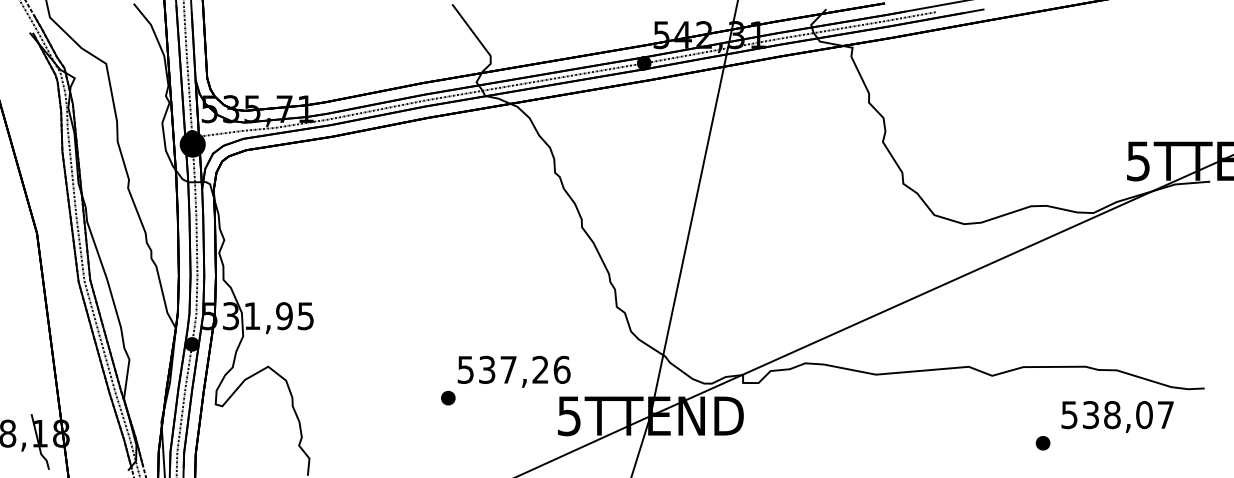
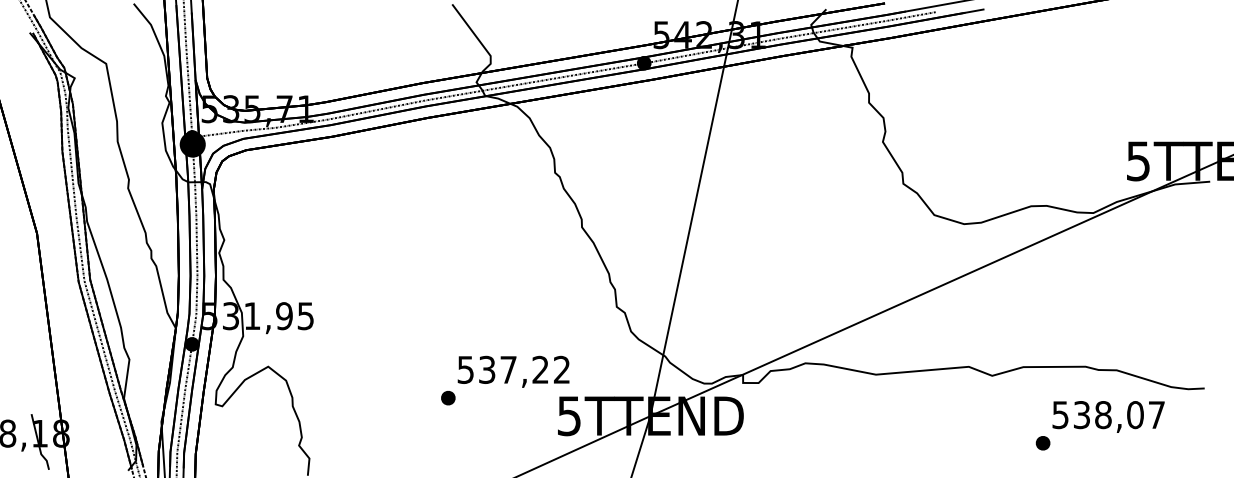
text at (561, 369): 537,26 -> 537,22
text at (1117, 416) position: (1117, 416) -> (1108, 416)
